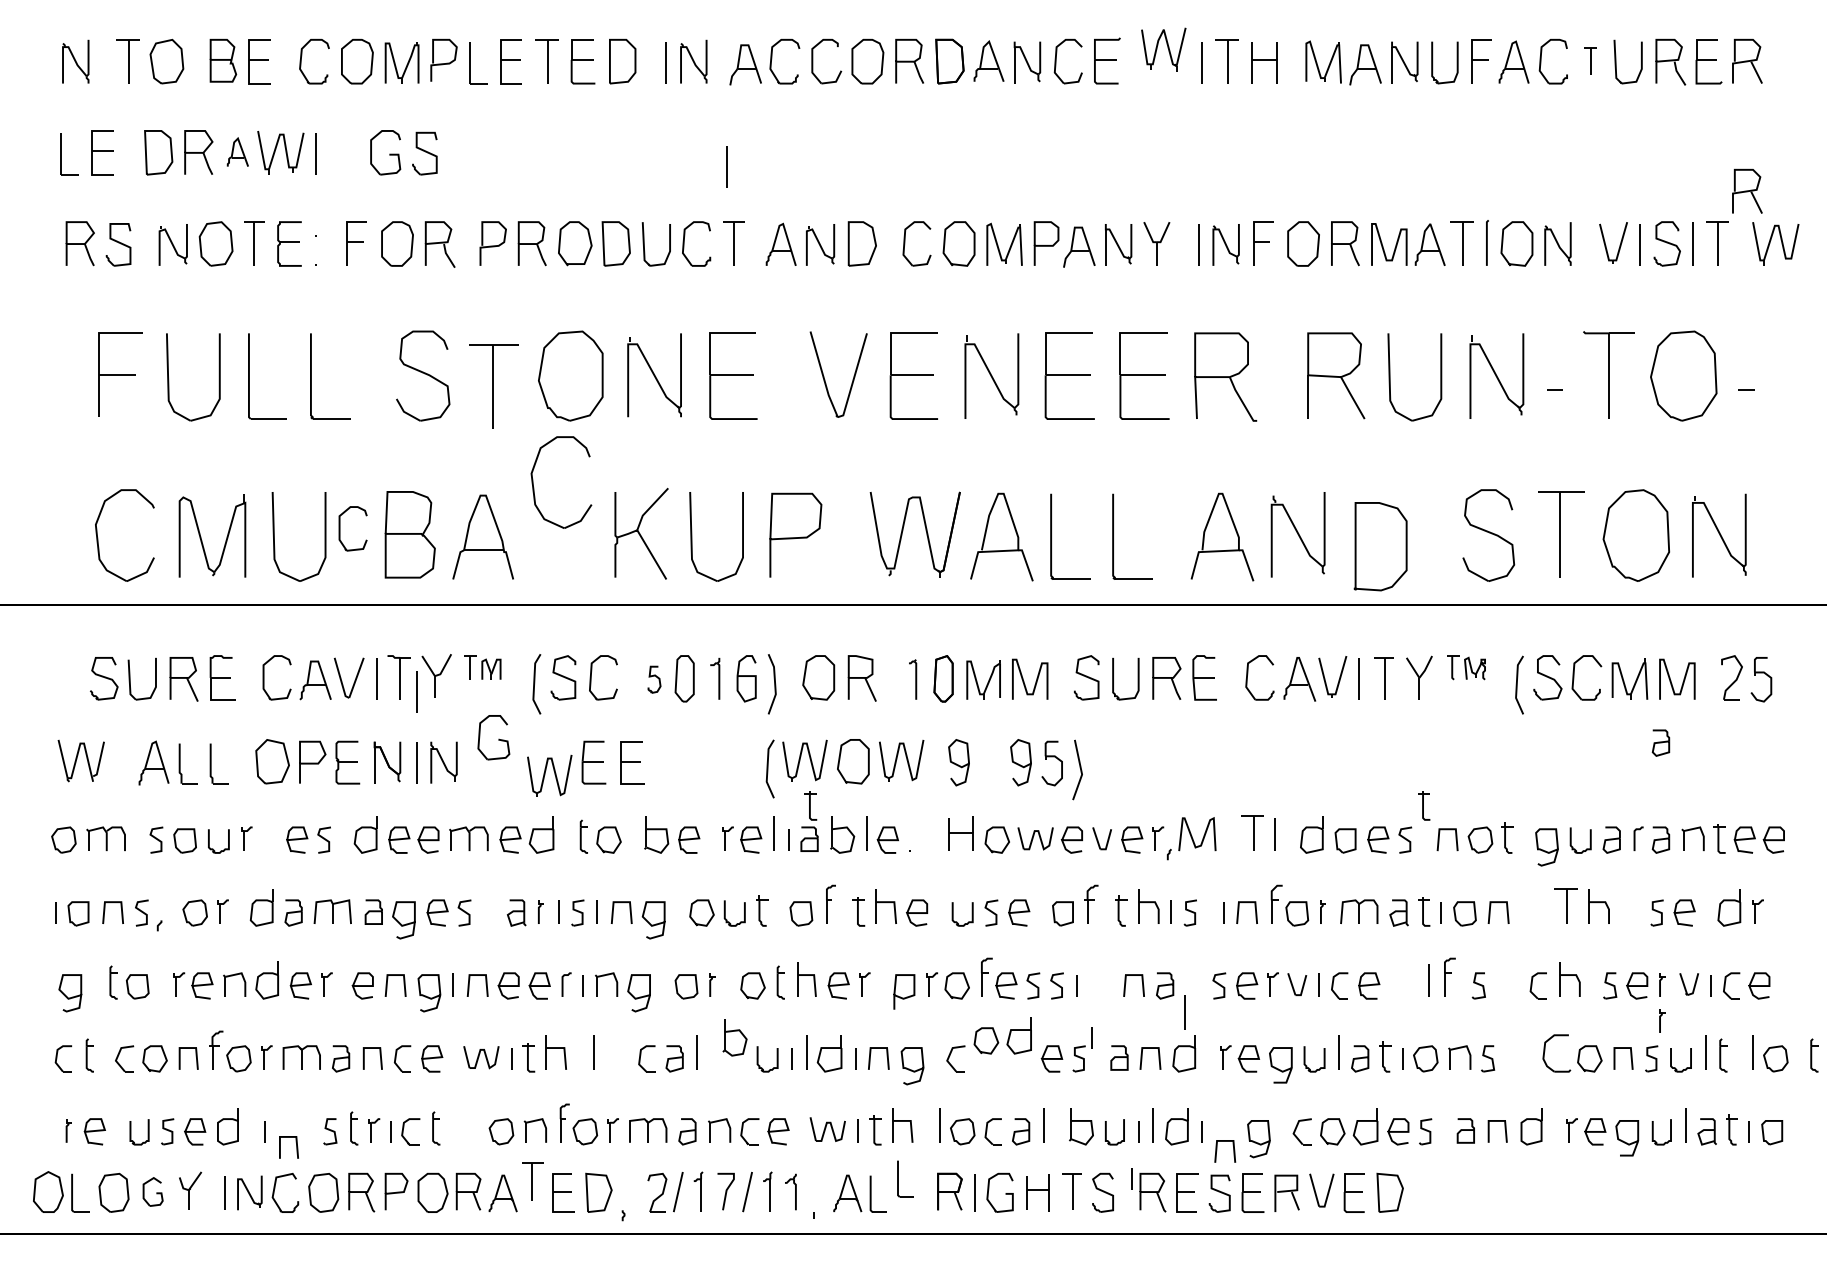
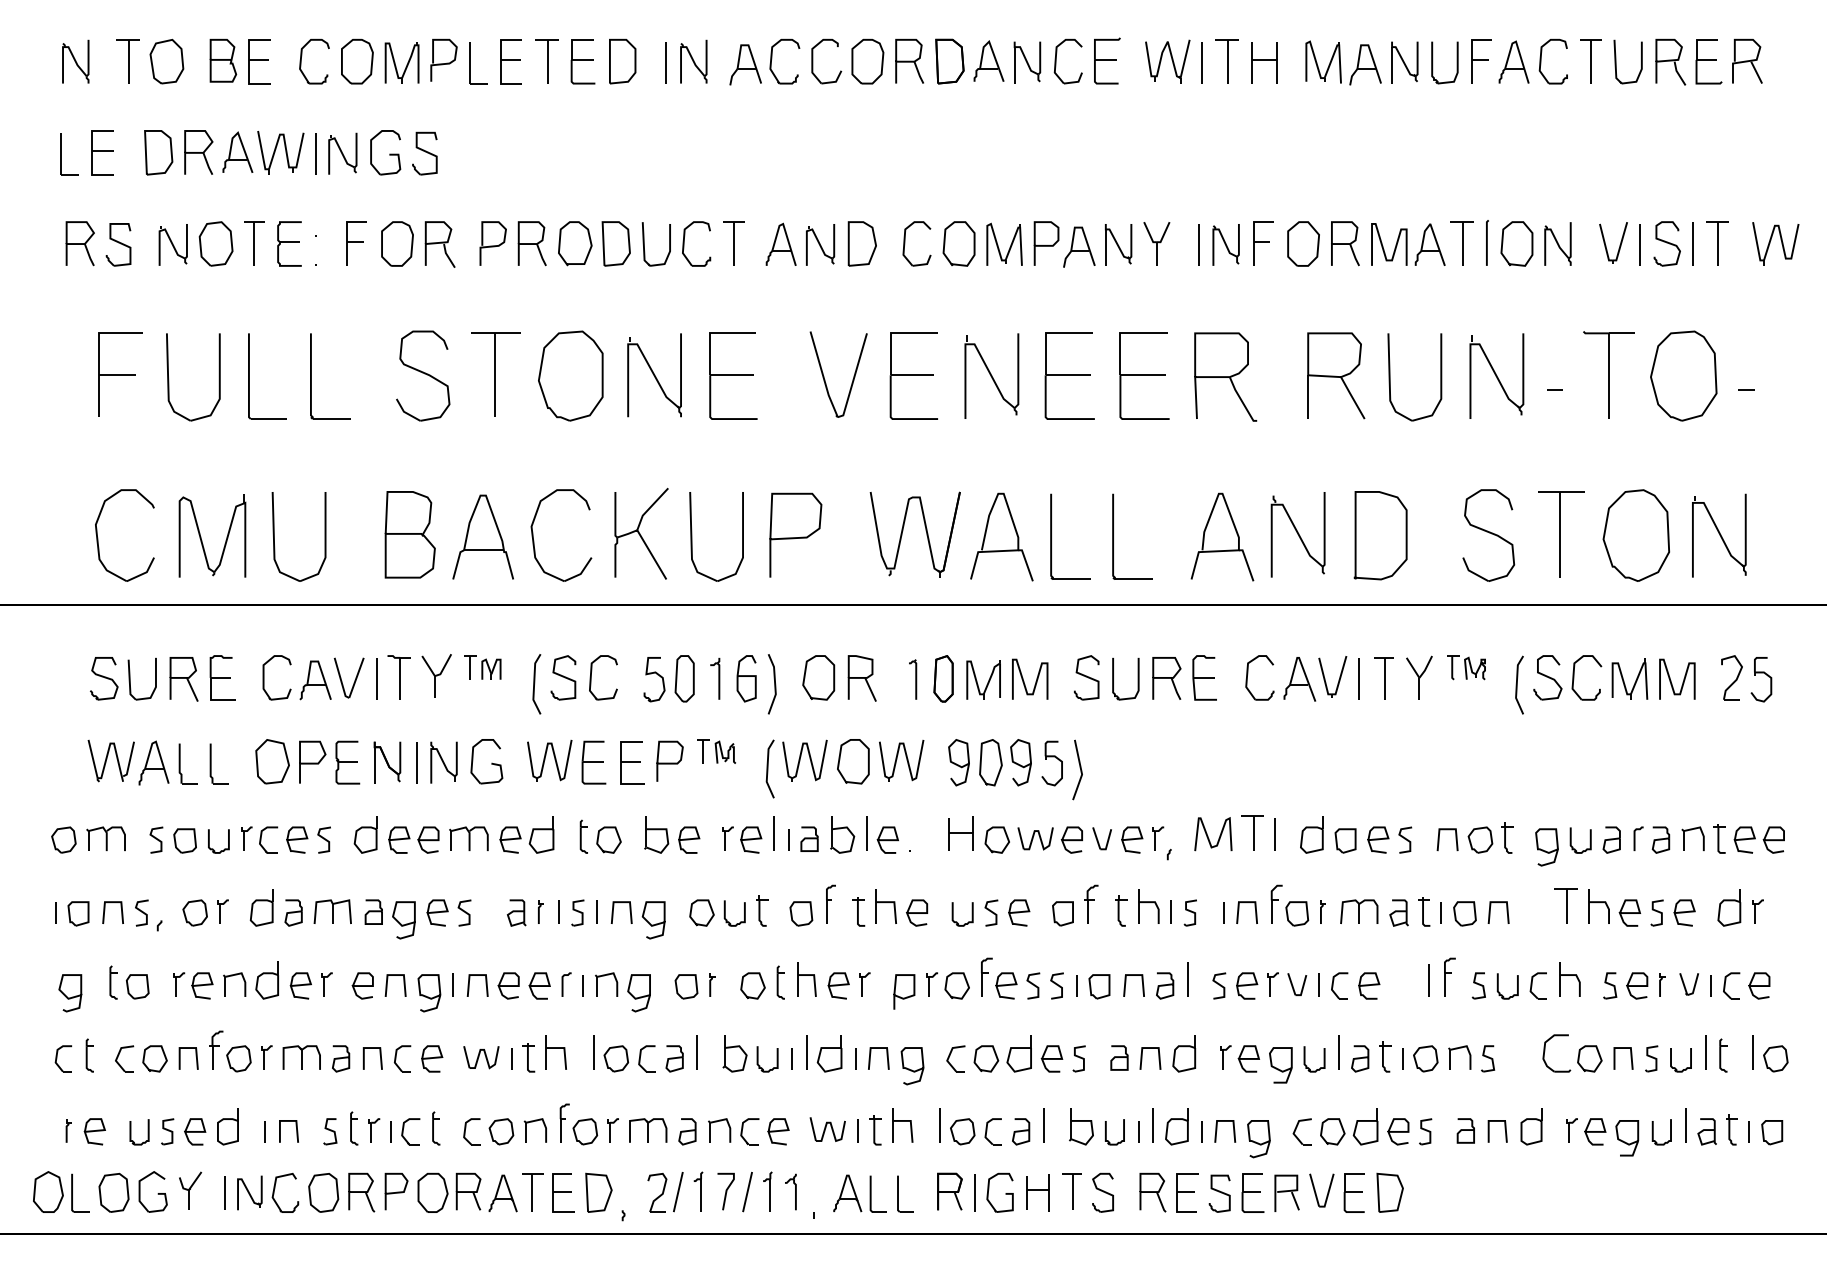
part at (1163, 49) position: (1163, 49) -> (1167, 61)
part at (1590, 60) size: 13x28 px -> 22x45 px
part at (237, 151) size: 23x30 px -> 32x42 px
part at (342, 153): none -> present
line at (726, 166): present -> none
part at (1747, 190): present -> none
part at (493, 386) position: (493, 386) -> (495, 374)
part at (534, 487) position: (534, 487) -> (534, 540)
part at (340, 528): present -> none
curve at (1356, 546) position: (1356, 546) -> (1356, 535)
part at (654, 679) size: 15x29 px -> 23x46 px
line at (416, 691): present -> none
part at (493, 737) position: (493, 737) -> (486, 761)
part at (1660, 742): present -> none
part at (716, 751): none -> present
part at (80, 760) position: (80, 760) -> (110, 760)
curve at (669, 762): none -> present
curve at (981, 762): none -> present
part at (549, 775) position: (549, 775) -> (549, 760)
part at (810, 805): present -> none
part at (1424, 805): present -> none
curve at (1192, 835) position: (1192, 835) -> (1208, 835)
part at (261, 839): none -> present
curve at (1629, 912): none -> present
part at (1099, 986): none -> present
part at (1498, 986): none -> present
line at (1184, 1012) position: (1184, 1012) -> (1187, 979)
part at (1662, 1020): present -> none
part at (1002, 1035) position: (1002, 1035) -> (1002, 1053)
part at (734, 1037) position: (734, 1037) -> (734, 1053)
line at (1091, 1037): present -> none
part at (1814, 1055): present -> none
part at (616, 1058): none -> present
part at (471, 1131): none -> present
line at (280, 1147) position: (280, 1147) -> (280, 1131)
line at (1217, 1151) position: (1217, 1151) -> (1217, 1131)
part at (898, 1178) position: (898, 1178) -> (898, 1193)
line at (1131, 1178): present -> none
part at (532, 1181) position: (532, 1181) -> (532, 1192)
part at (152, 1191) size: 22x30 px -> 30x42 px
